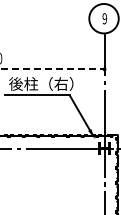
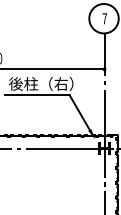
text at (104, 18): 9 -> 7
line at (51, 69): dashed -> solid
